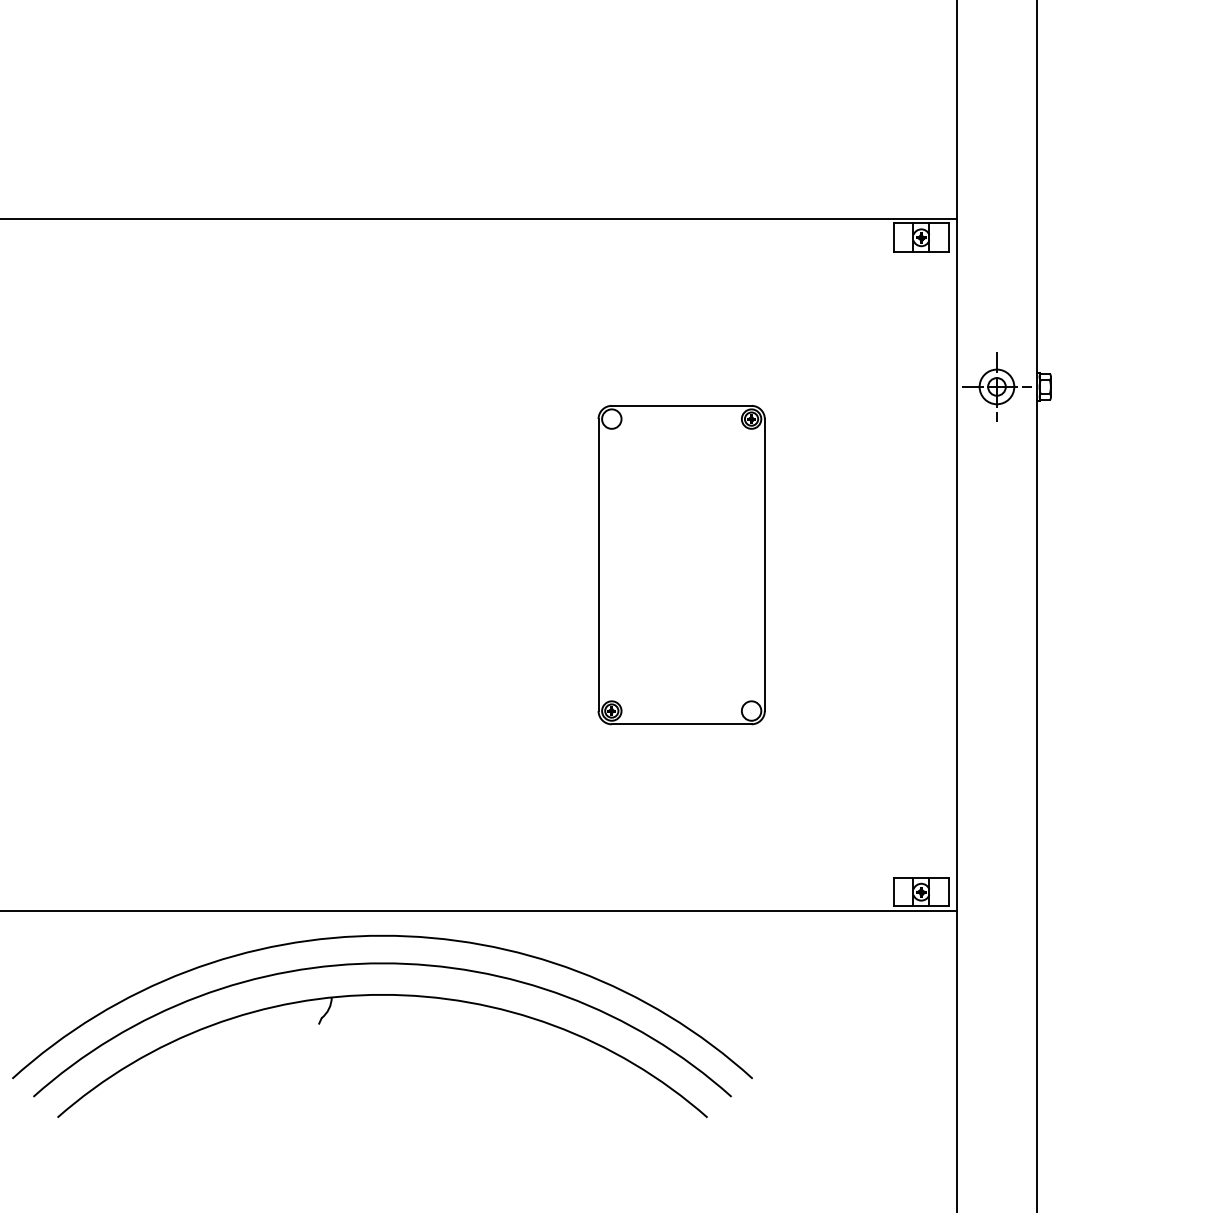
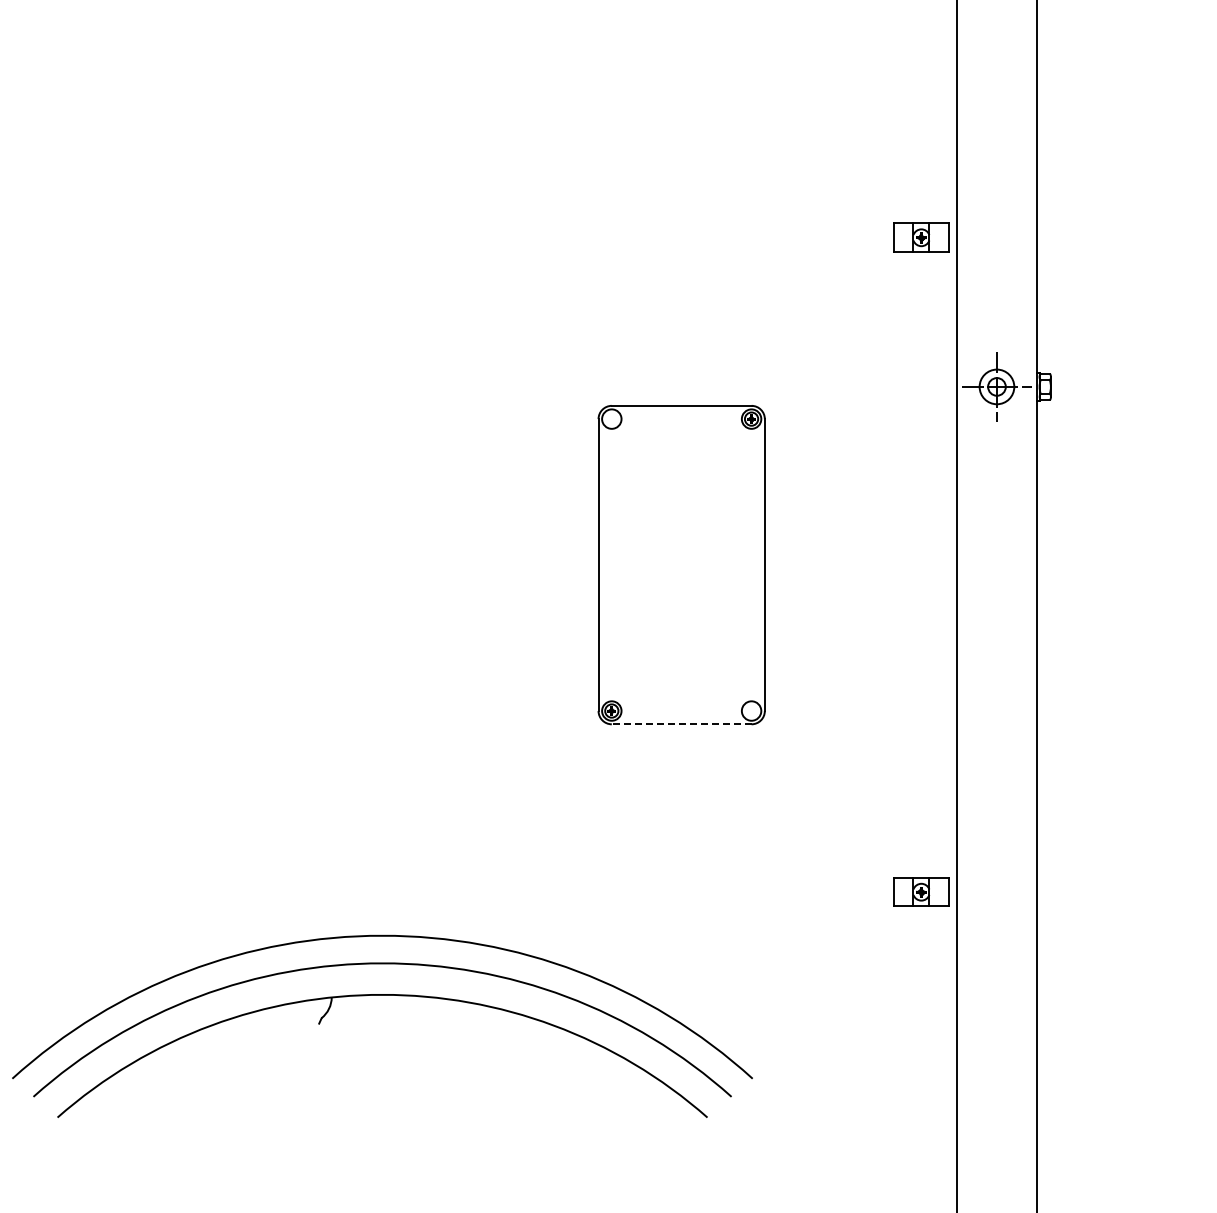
line at (479, 219): present -> none
line at (681, 724): solid -> dashed
line at (479, 910): present -> none
